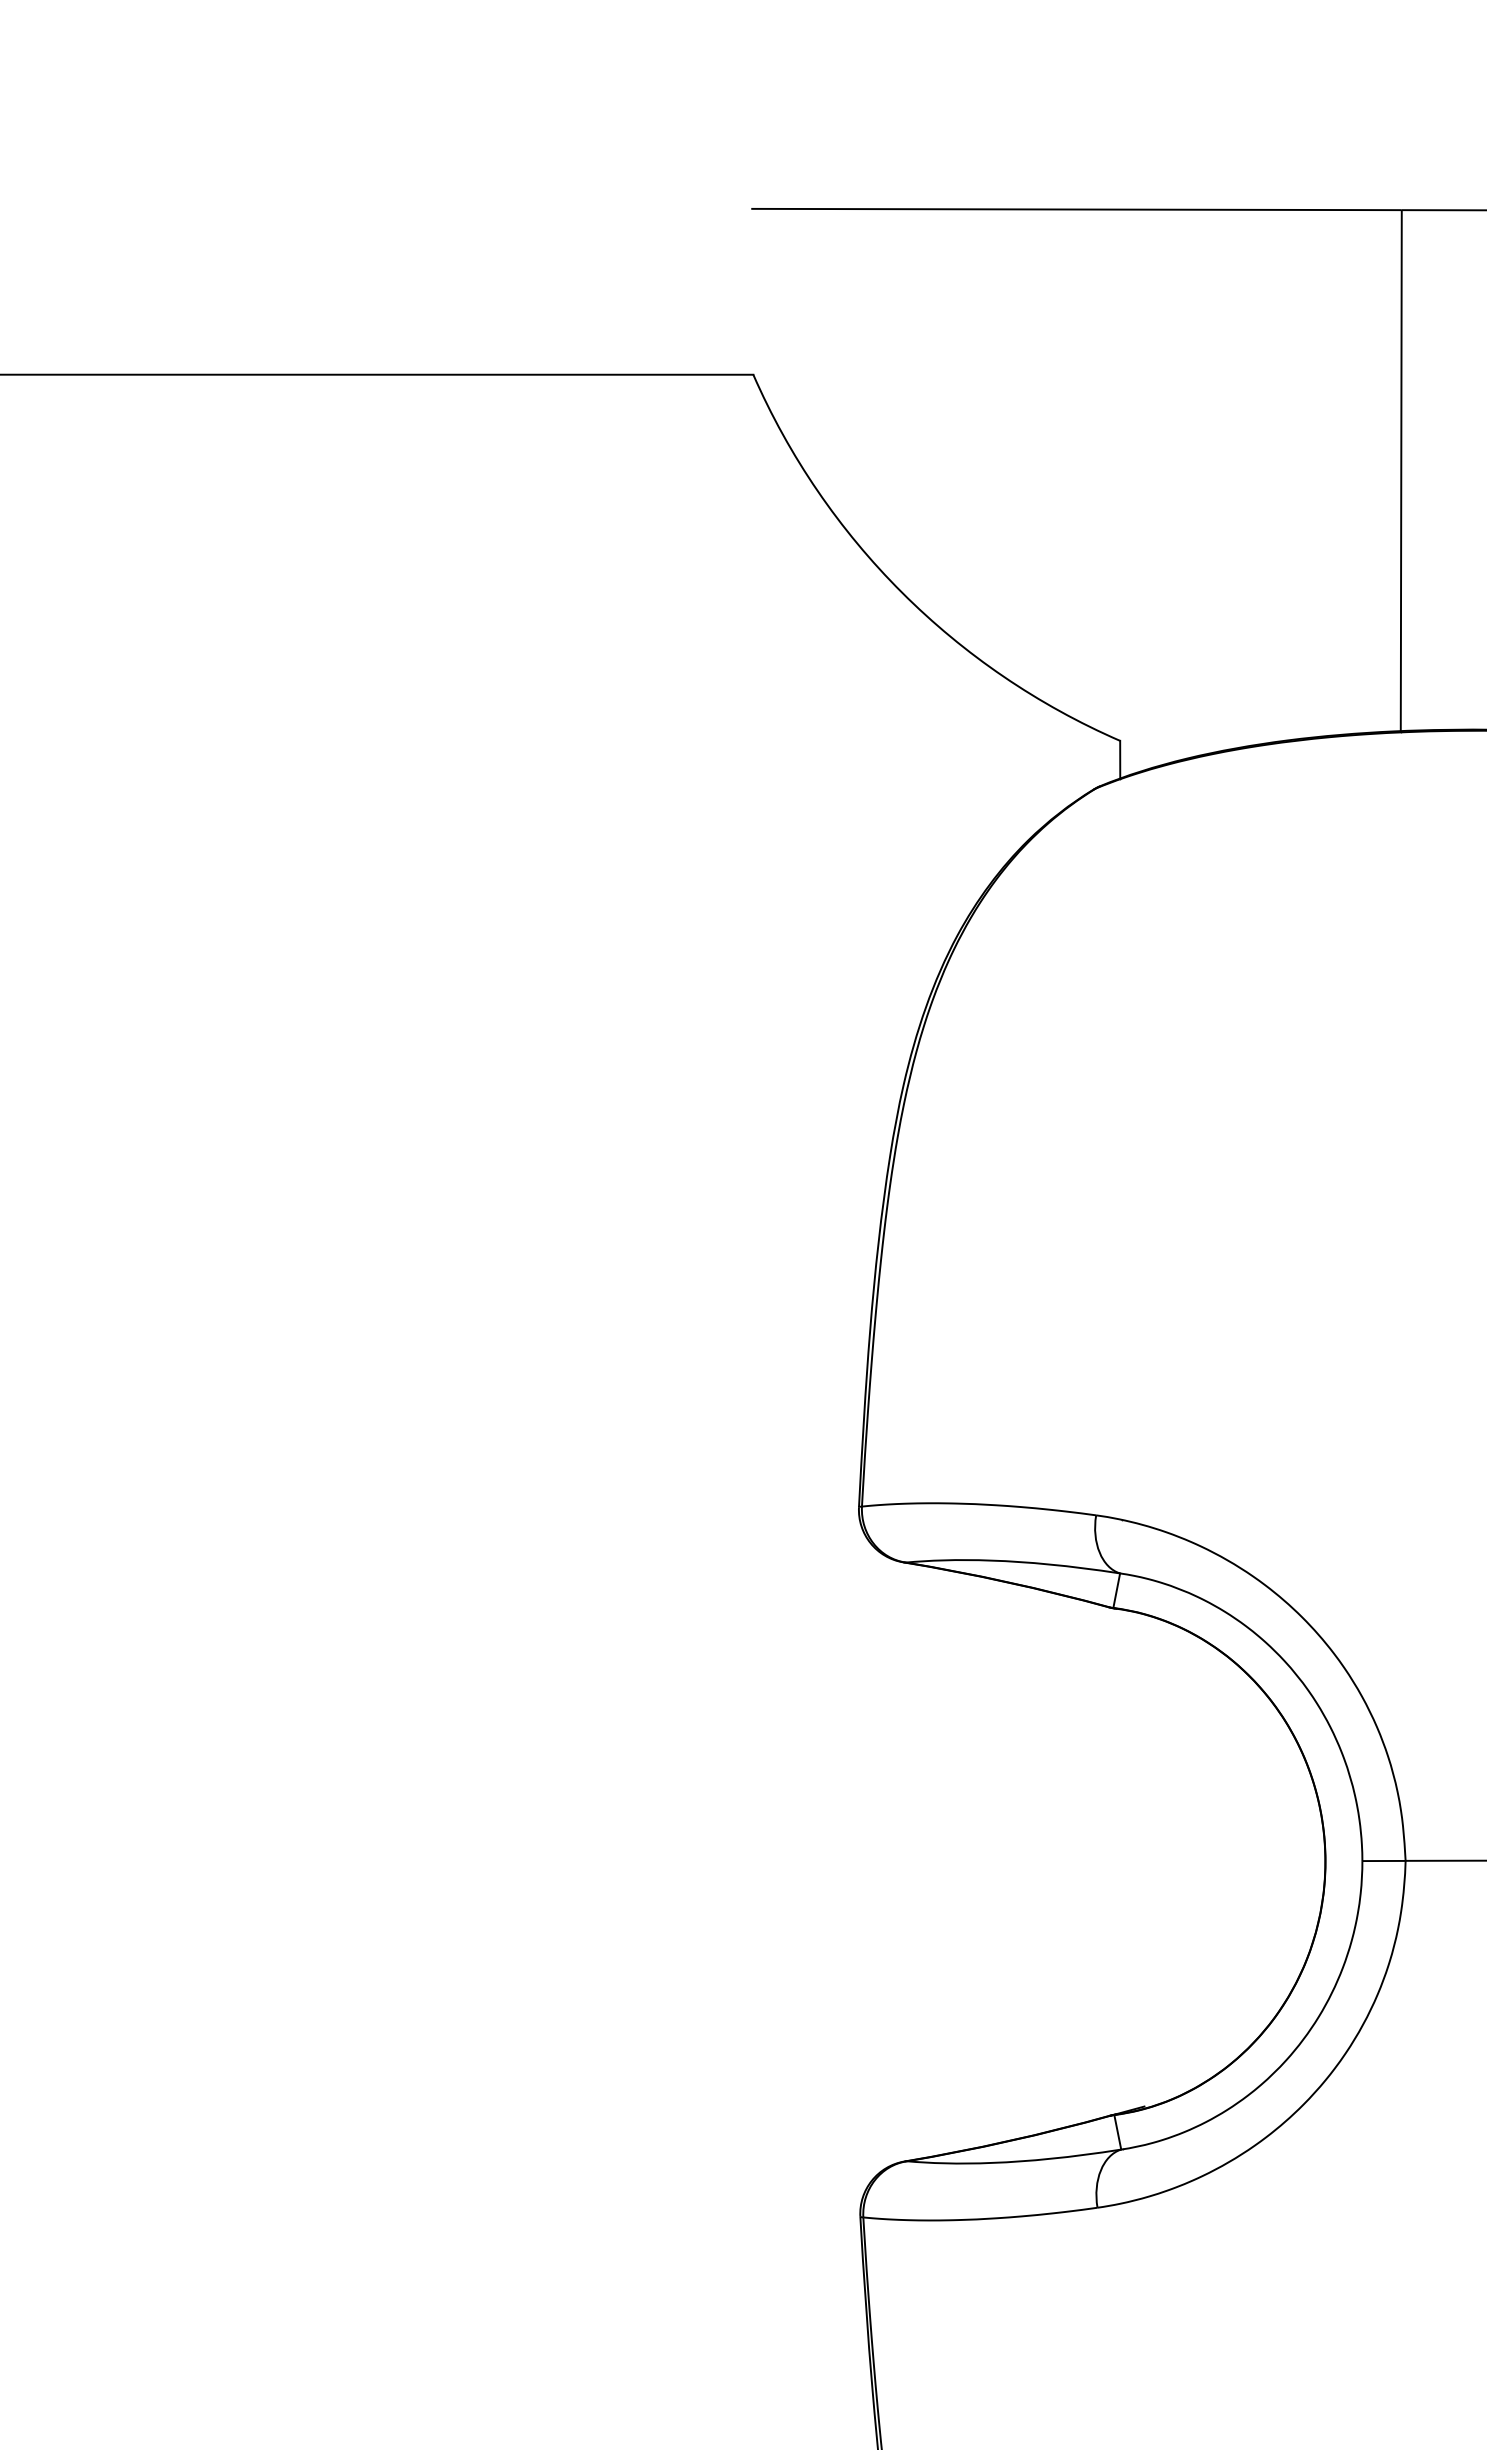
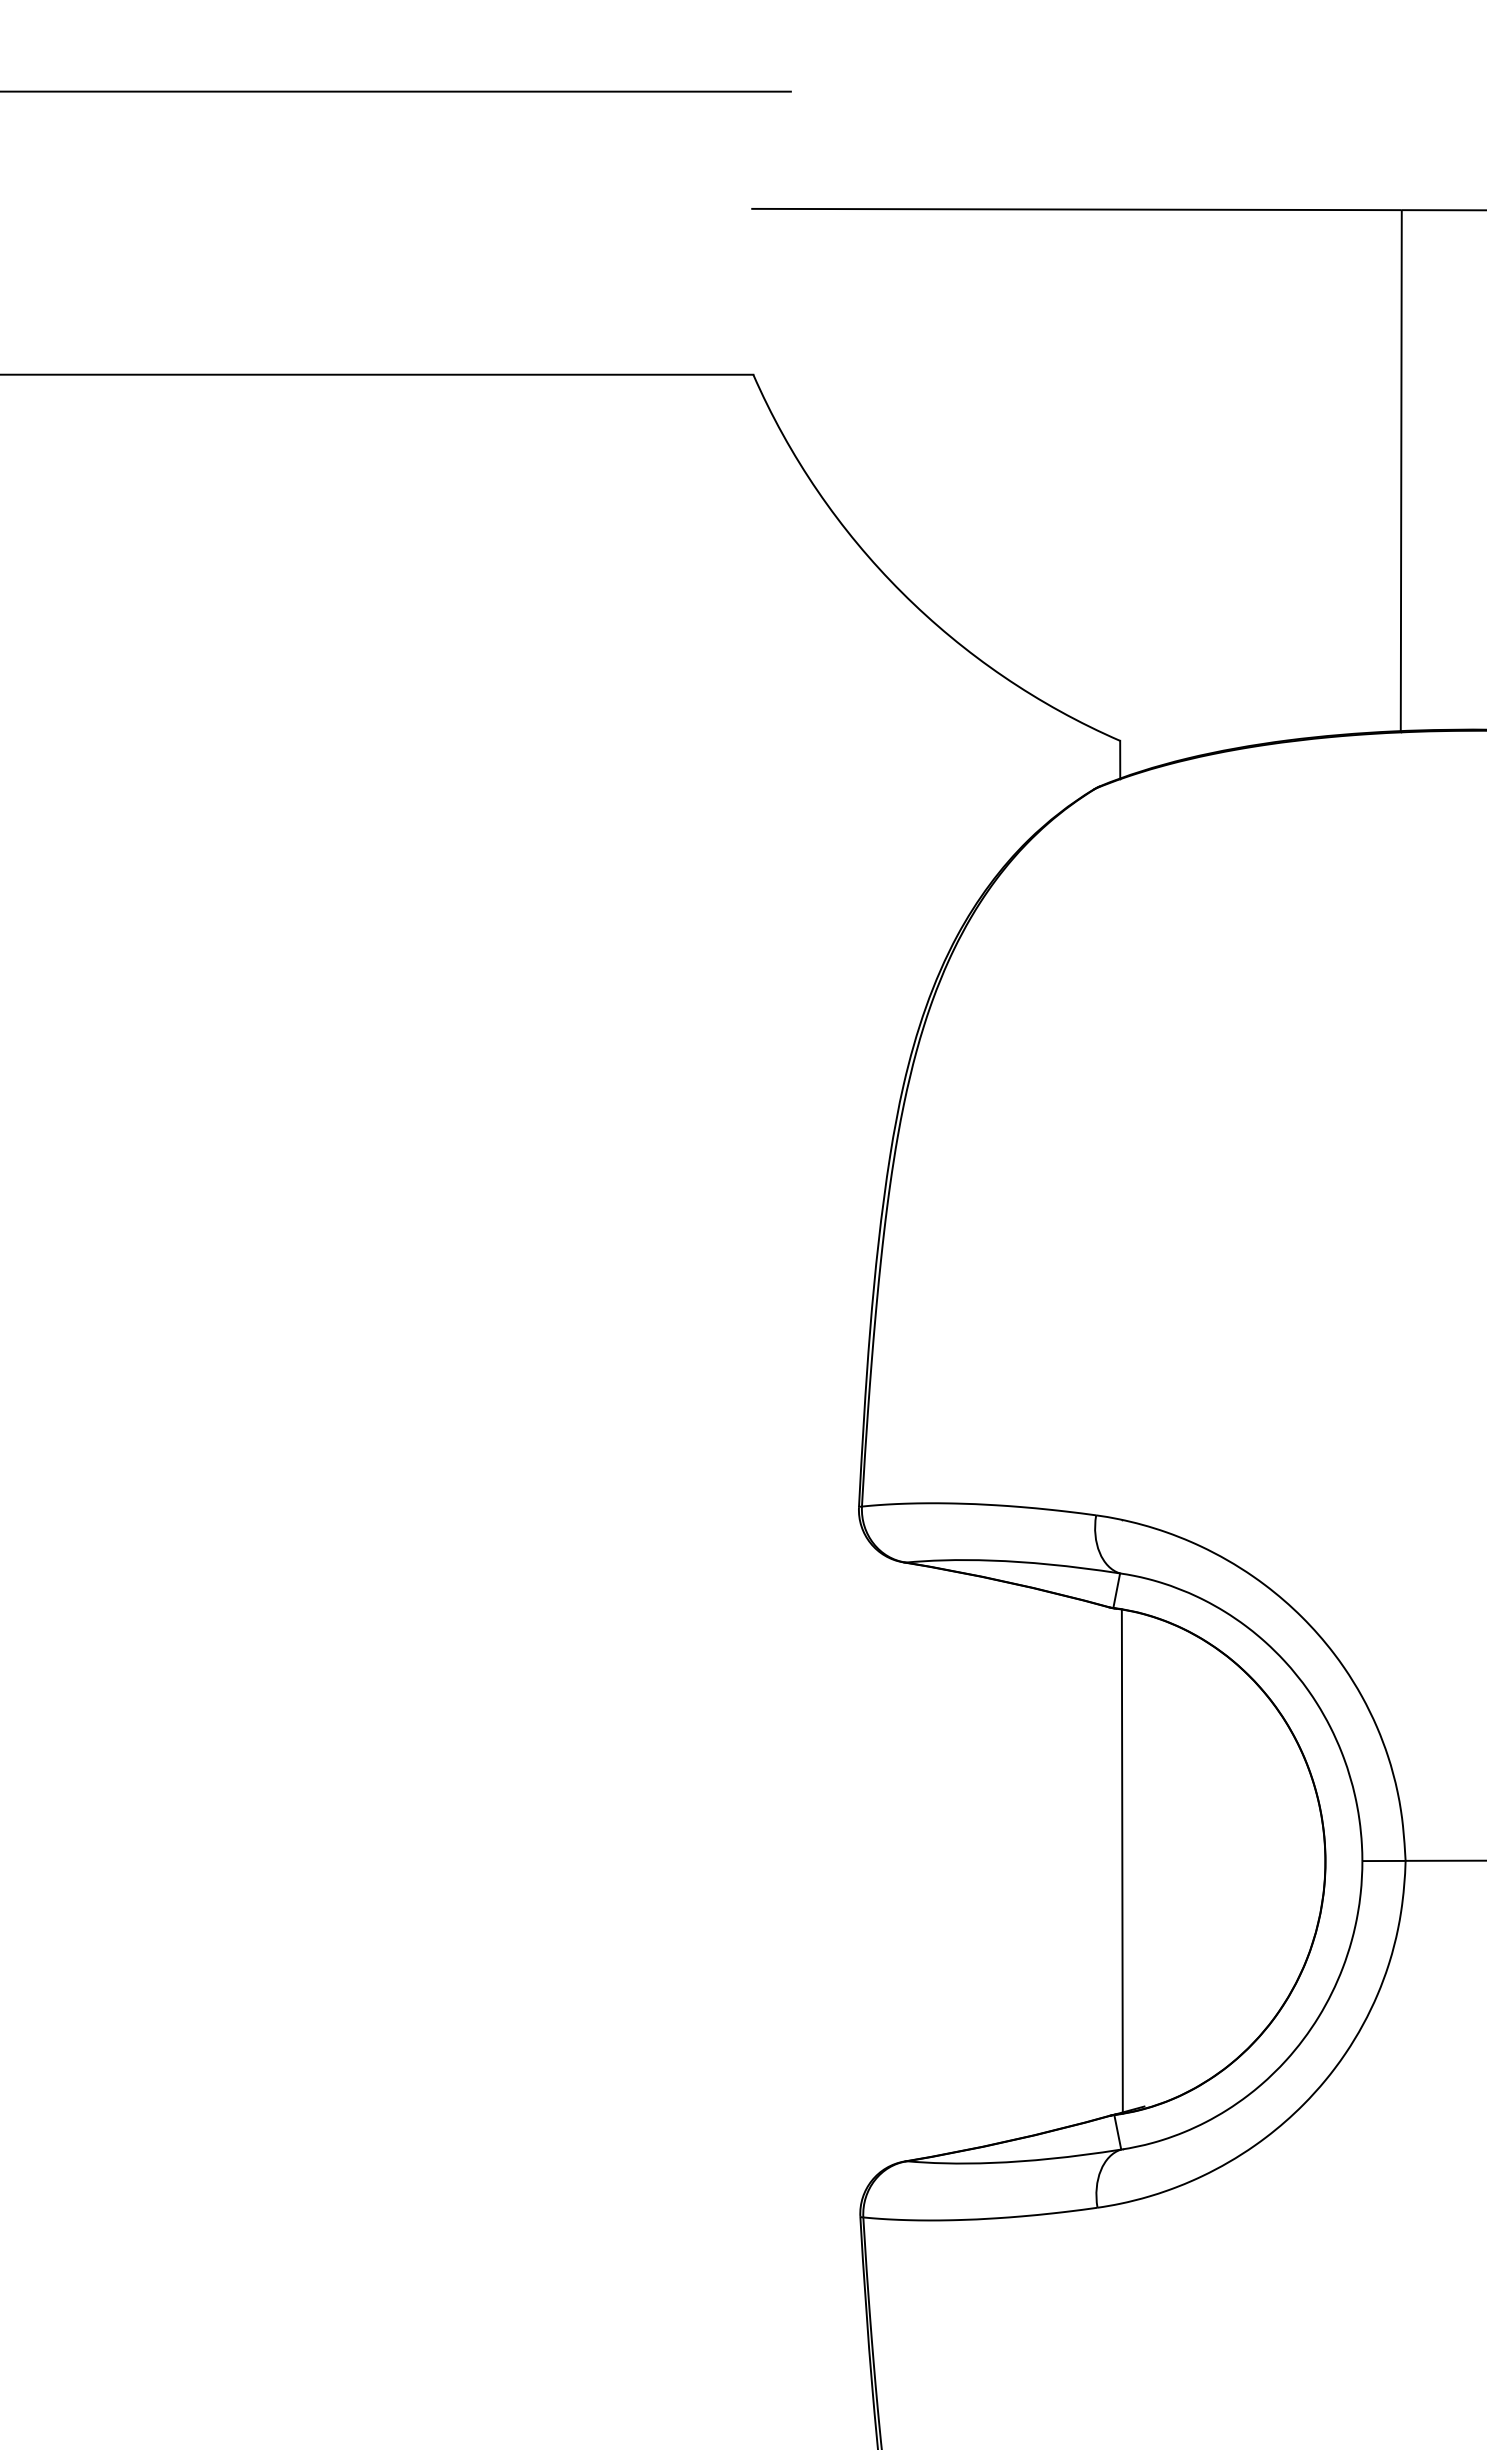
line at (396, 91): none -> present
line at (1121, 1861): none -> present
